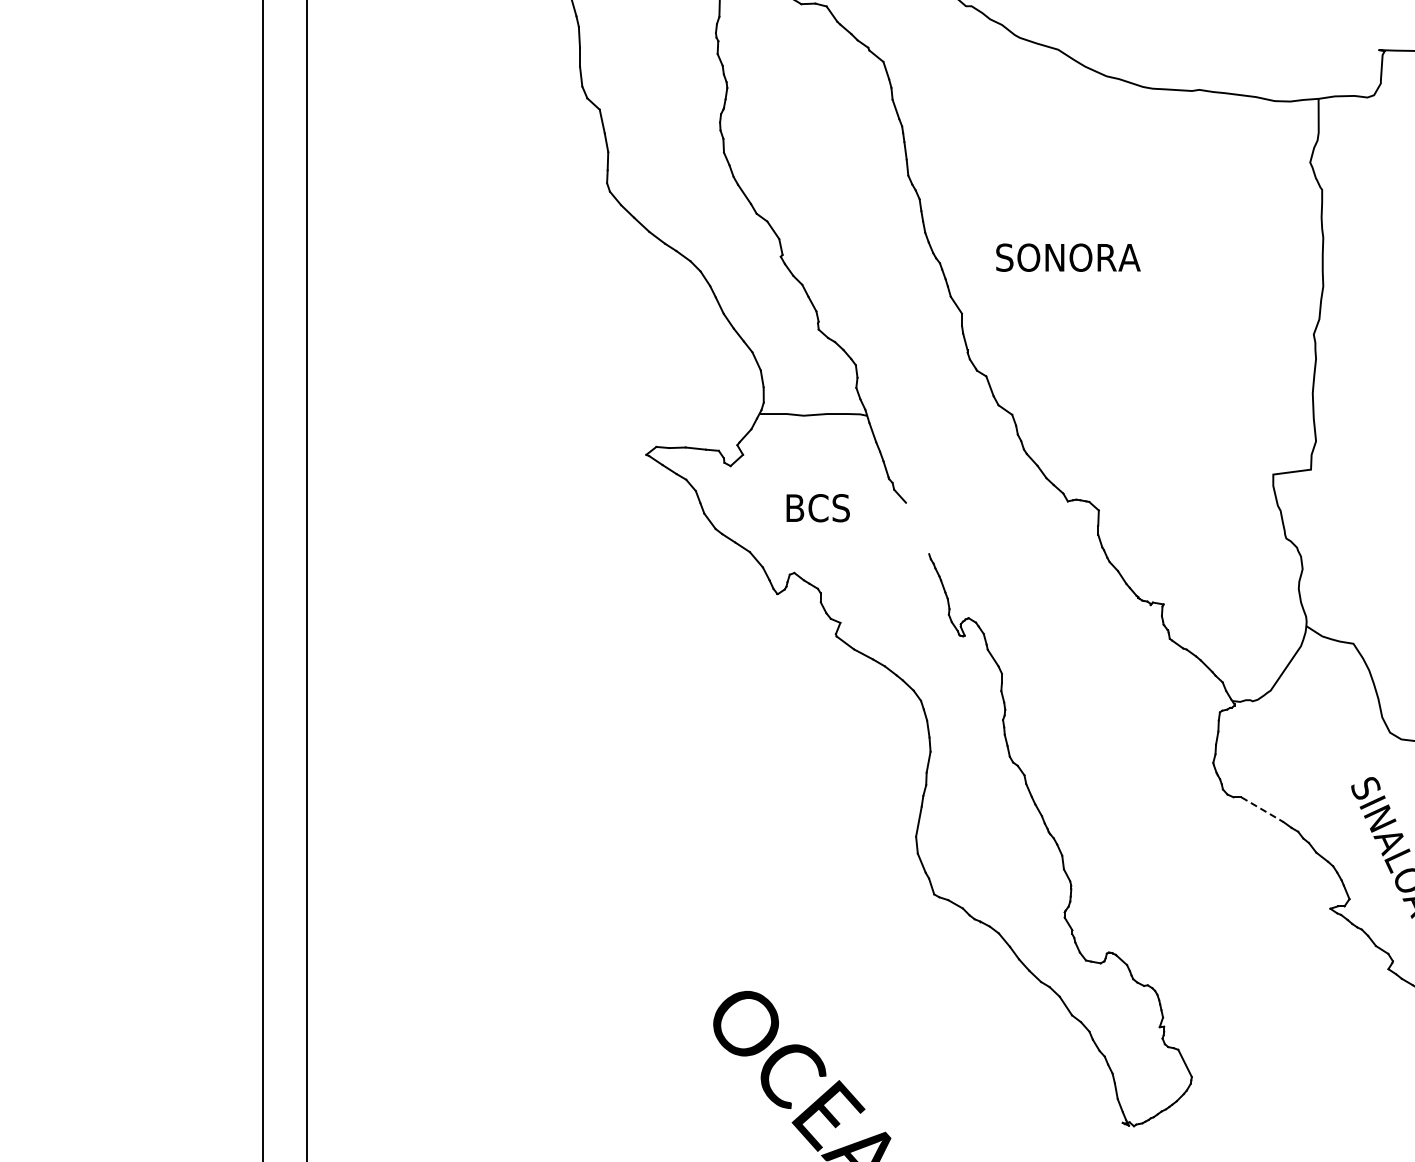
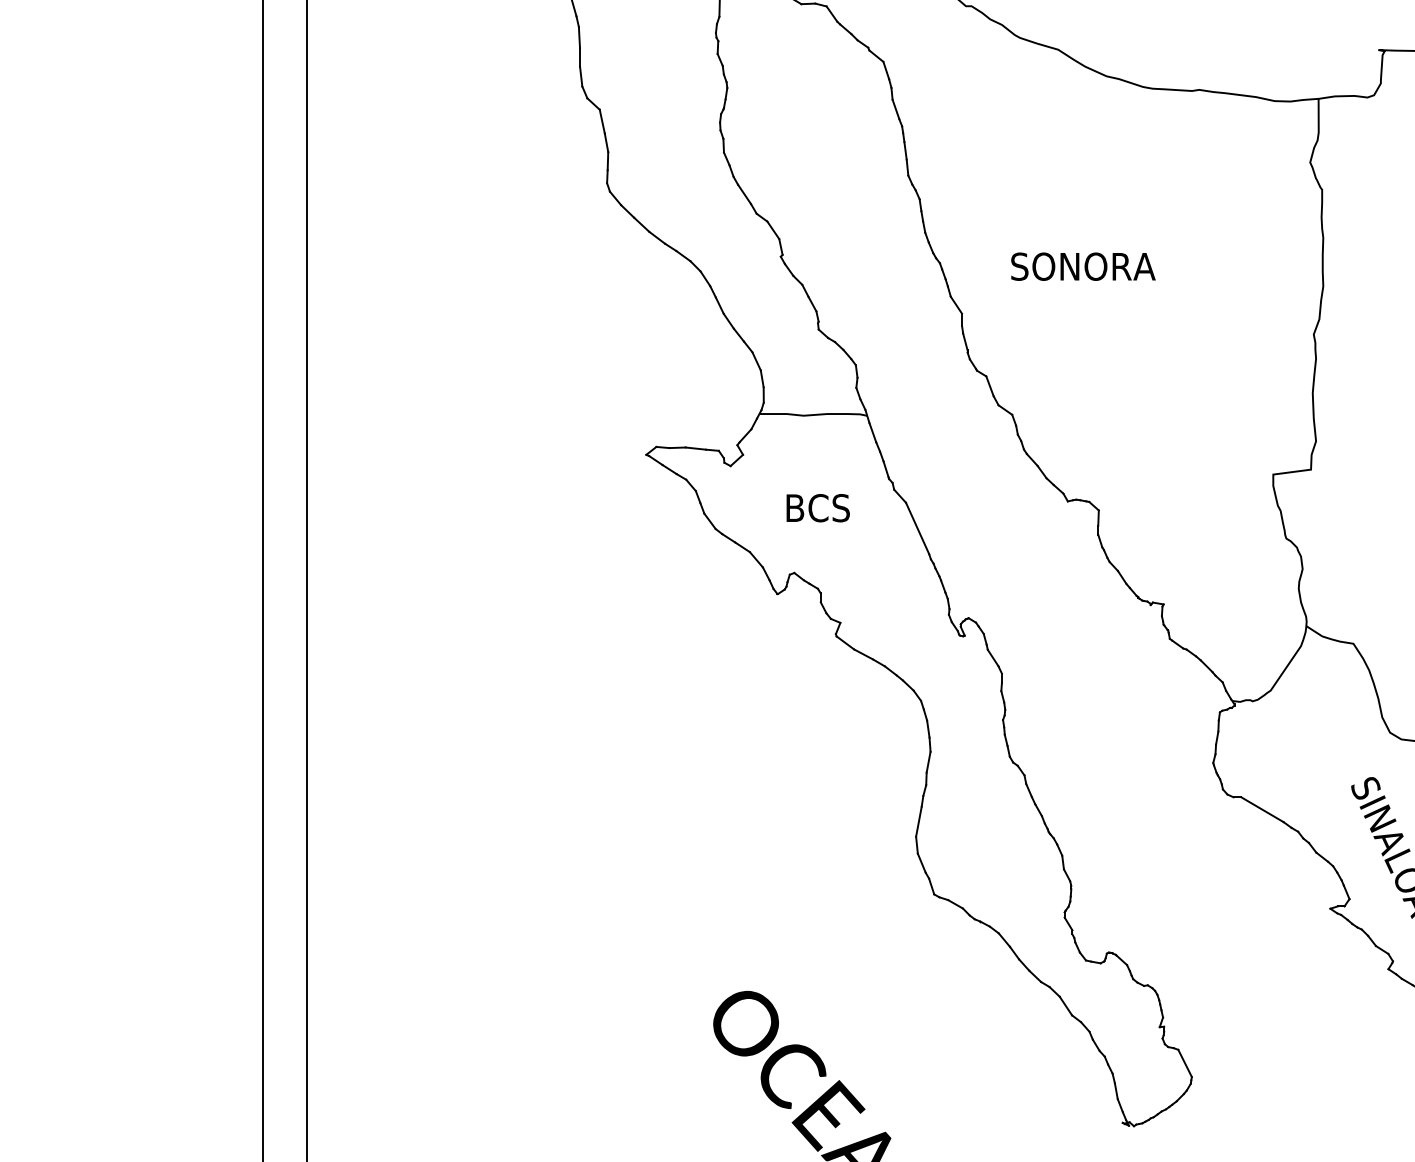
text at (1068, 257) position: (1068, 257) -> (1083, 266)
line at (917, 528): none -> present
line at (1262, 810): dashed -> solid
